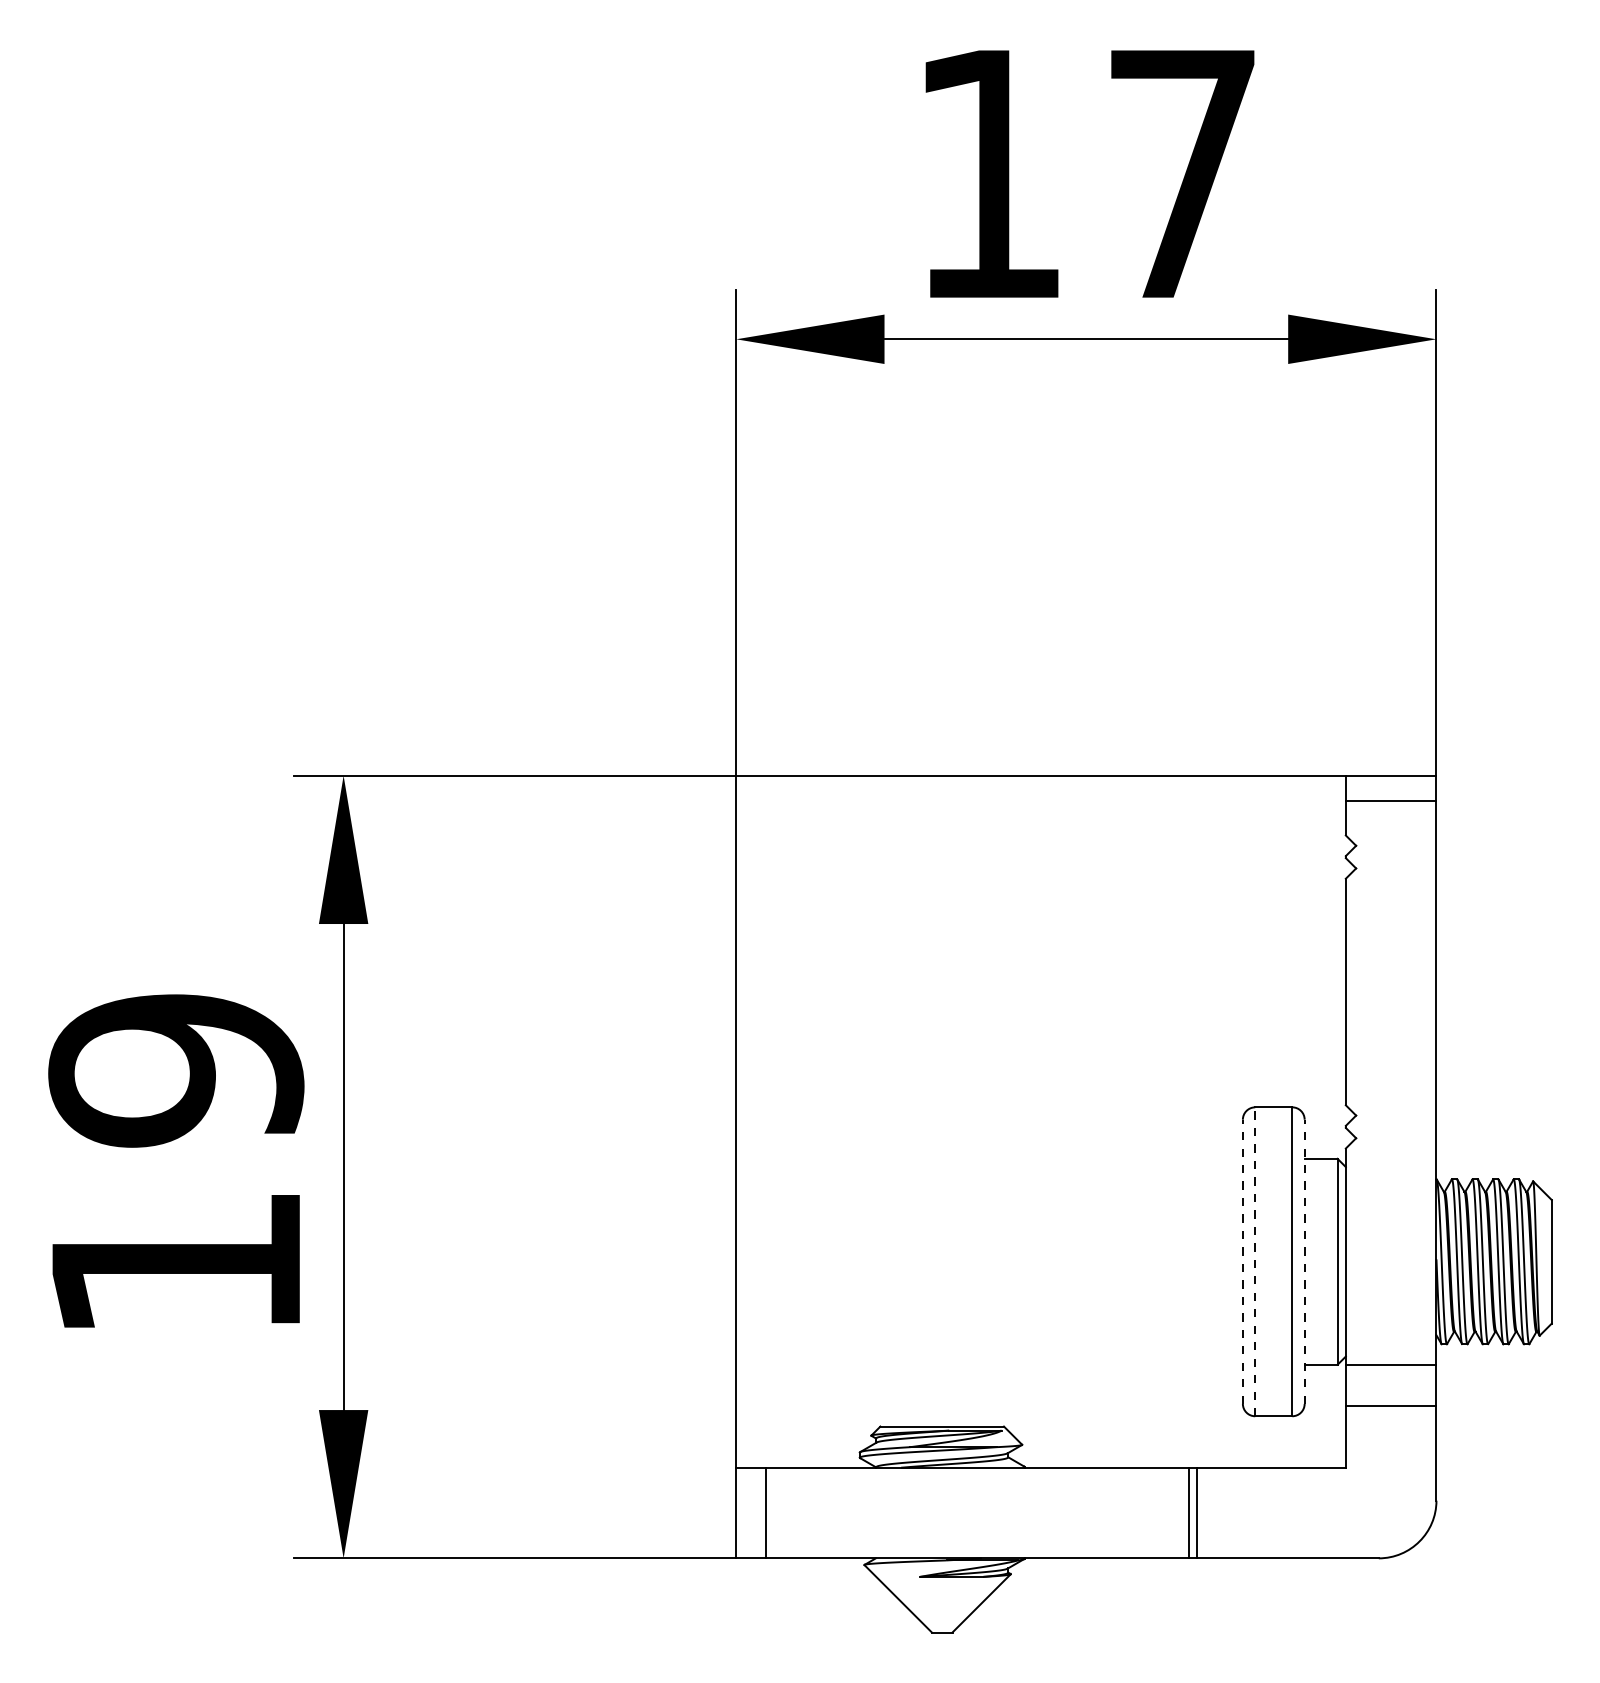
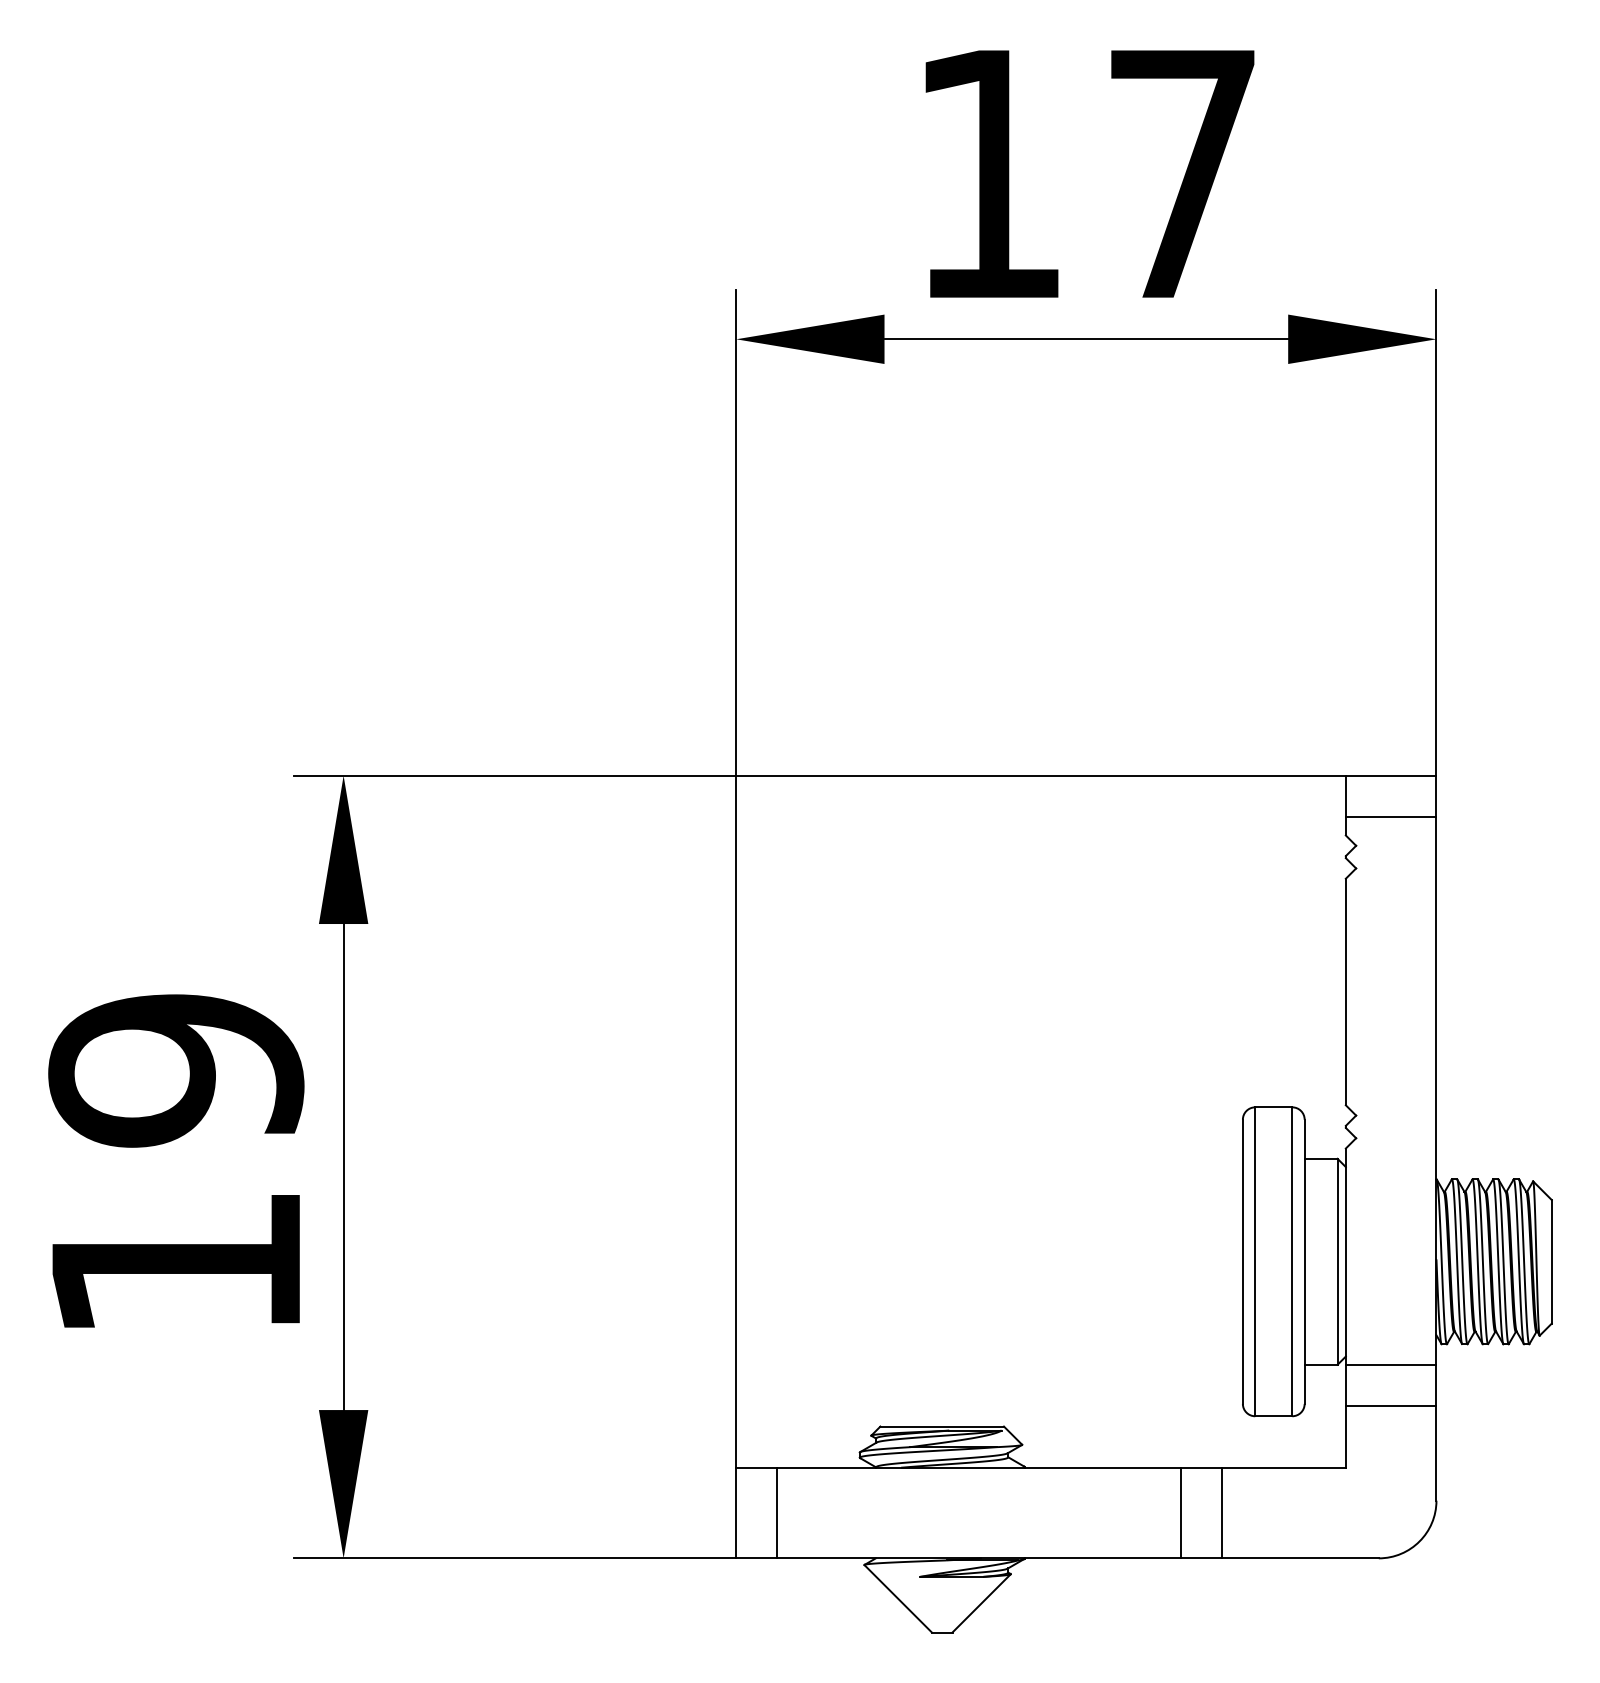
line at (1390, 800) position: (1390, 800) -> (1390, 816)
line at (1242, 1261): dashed -> solid
line at (1255, 1261): dashed -> solid
line at (1304, 1261): dashed -> solid
line at (766, 1512) position: (766, 1512) -> (777, 1512)
line at (1189, 1512) position: (1189, 1512) -> (1222, 1512)
line at (1197, 1512) position: (1197, 1512) -> (1181, 1512)
